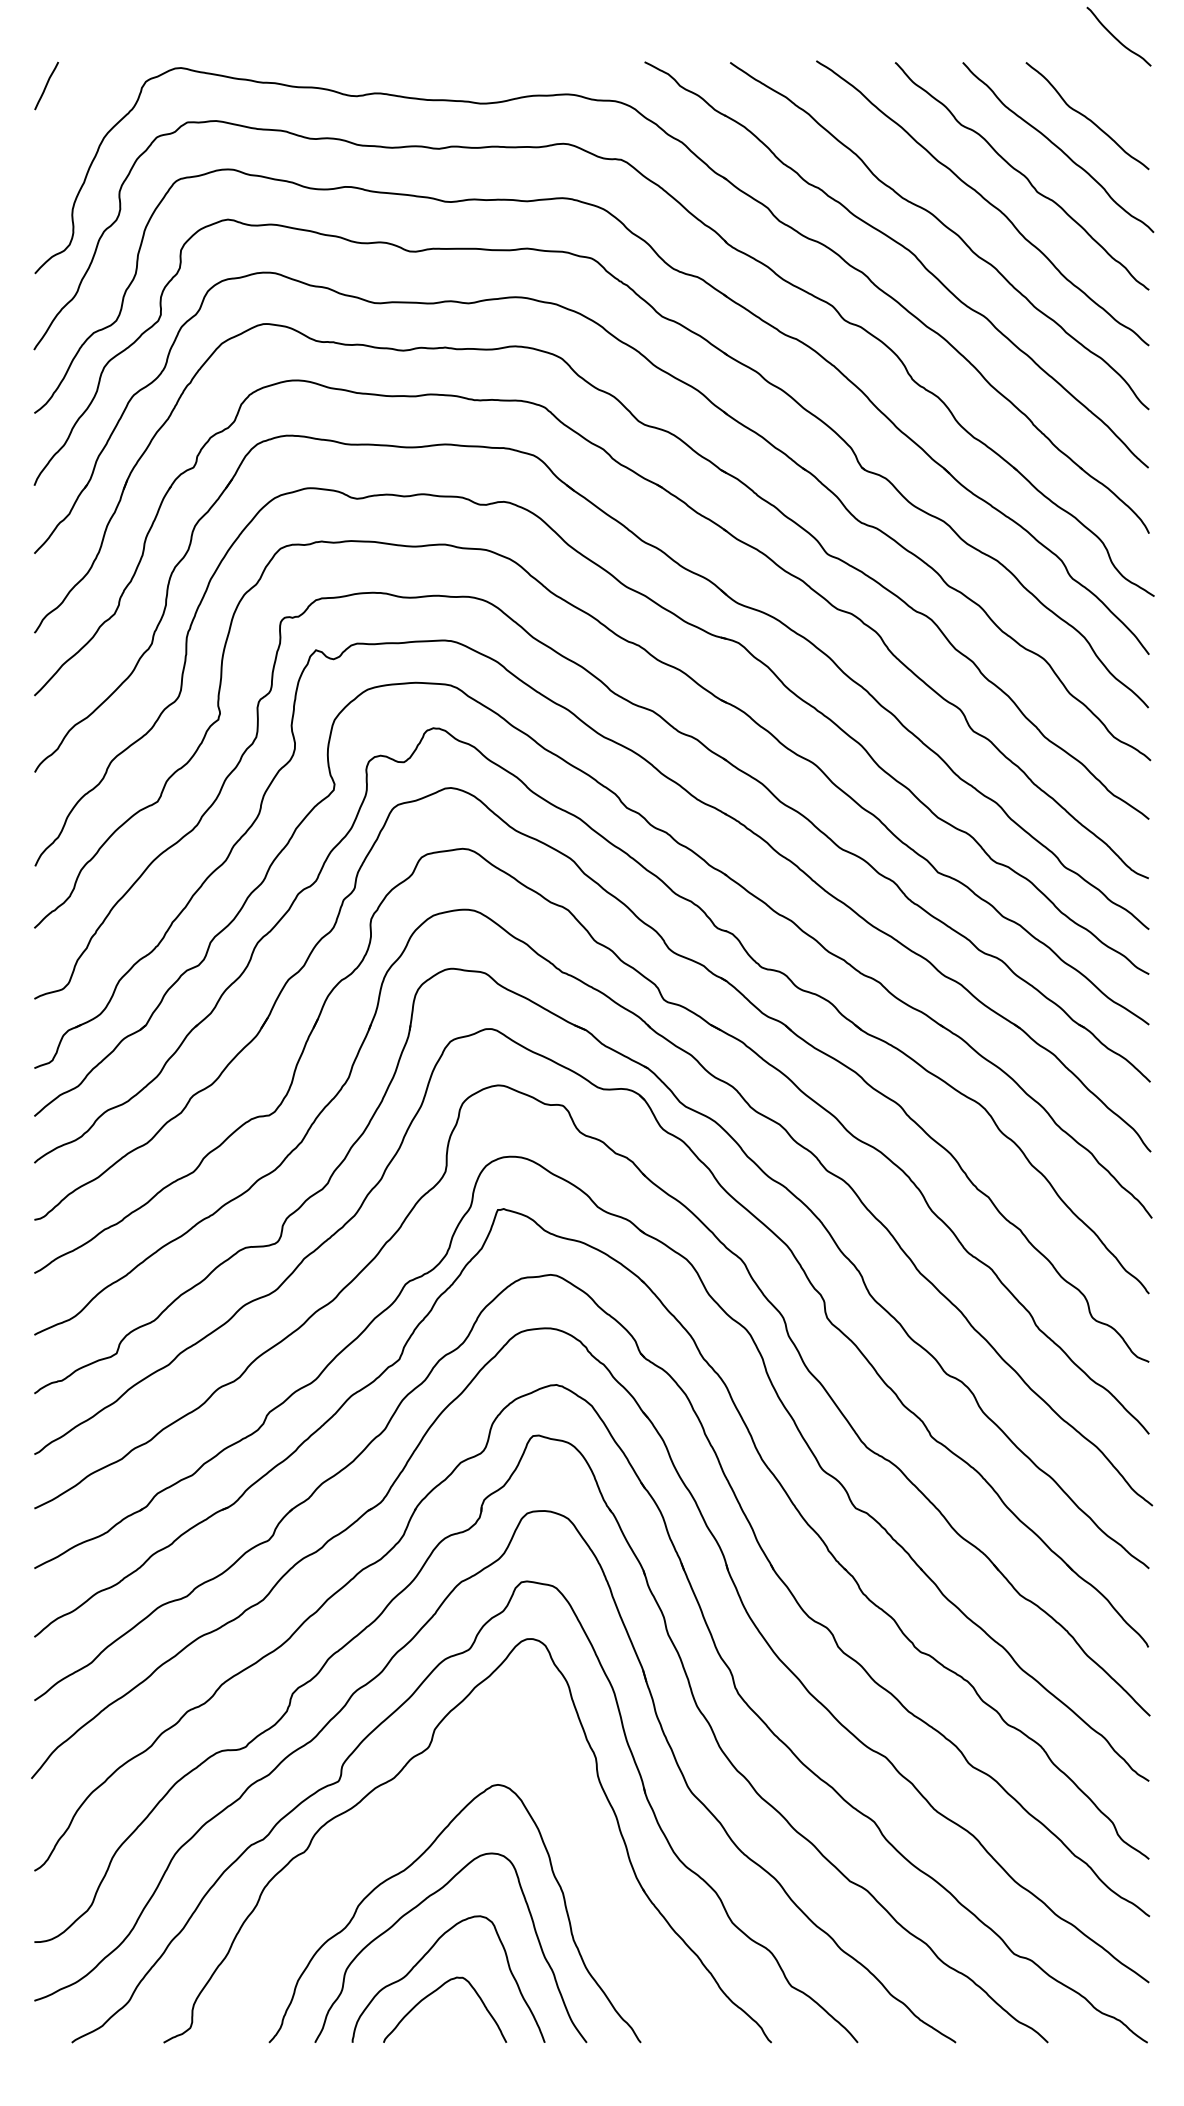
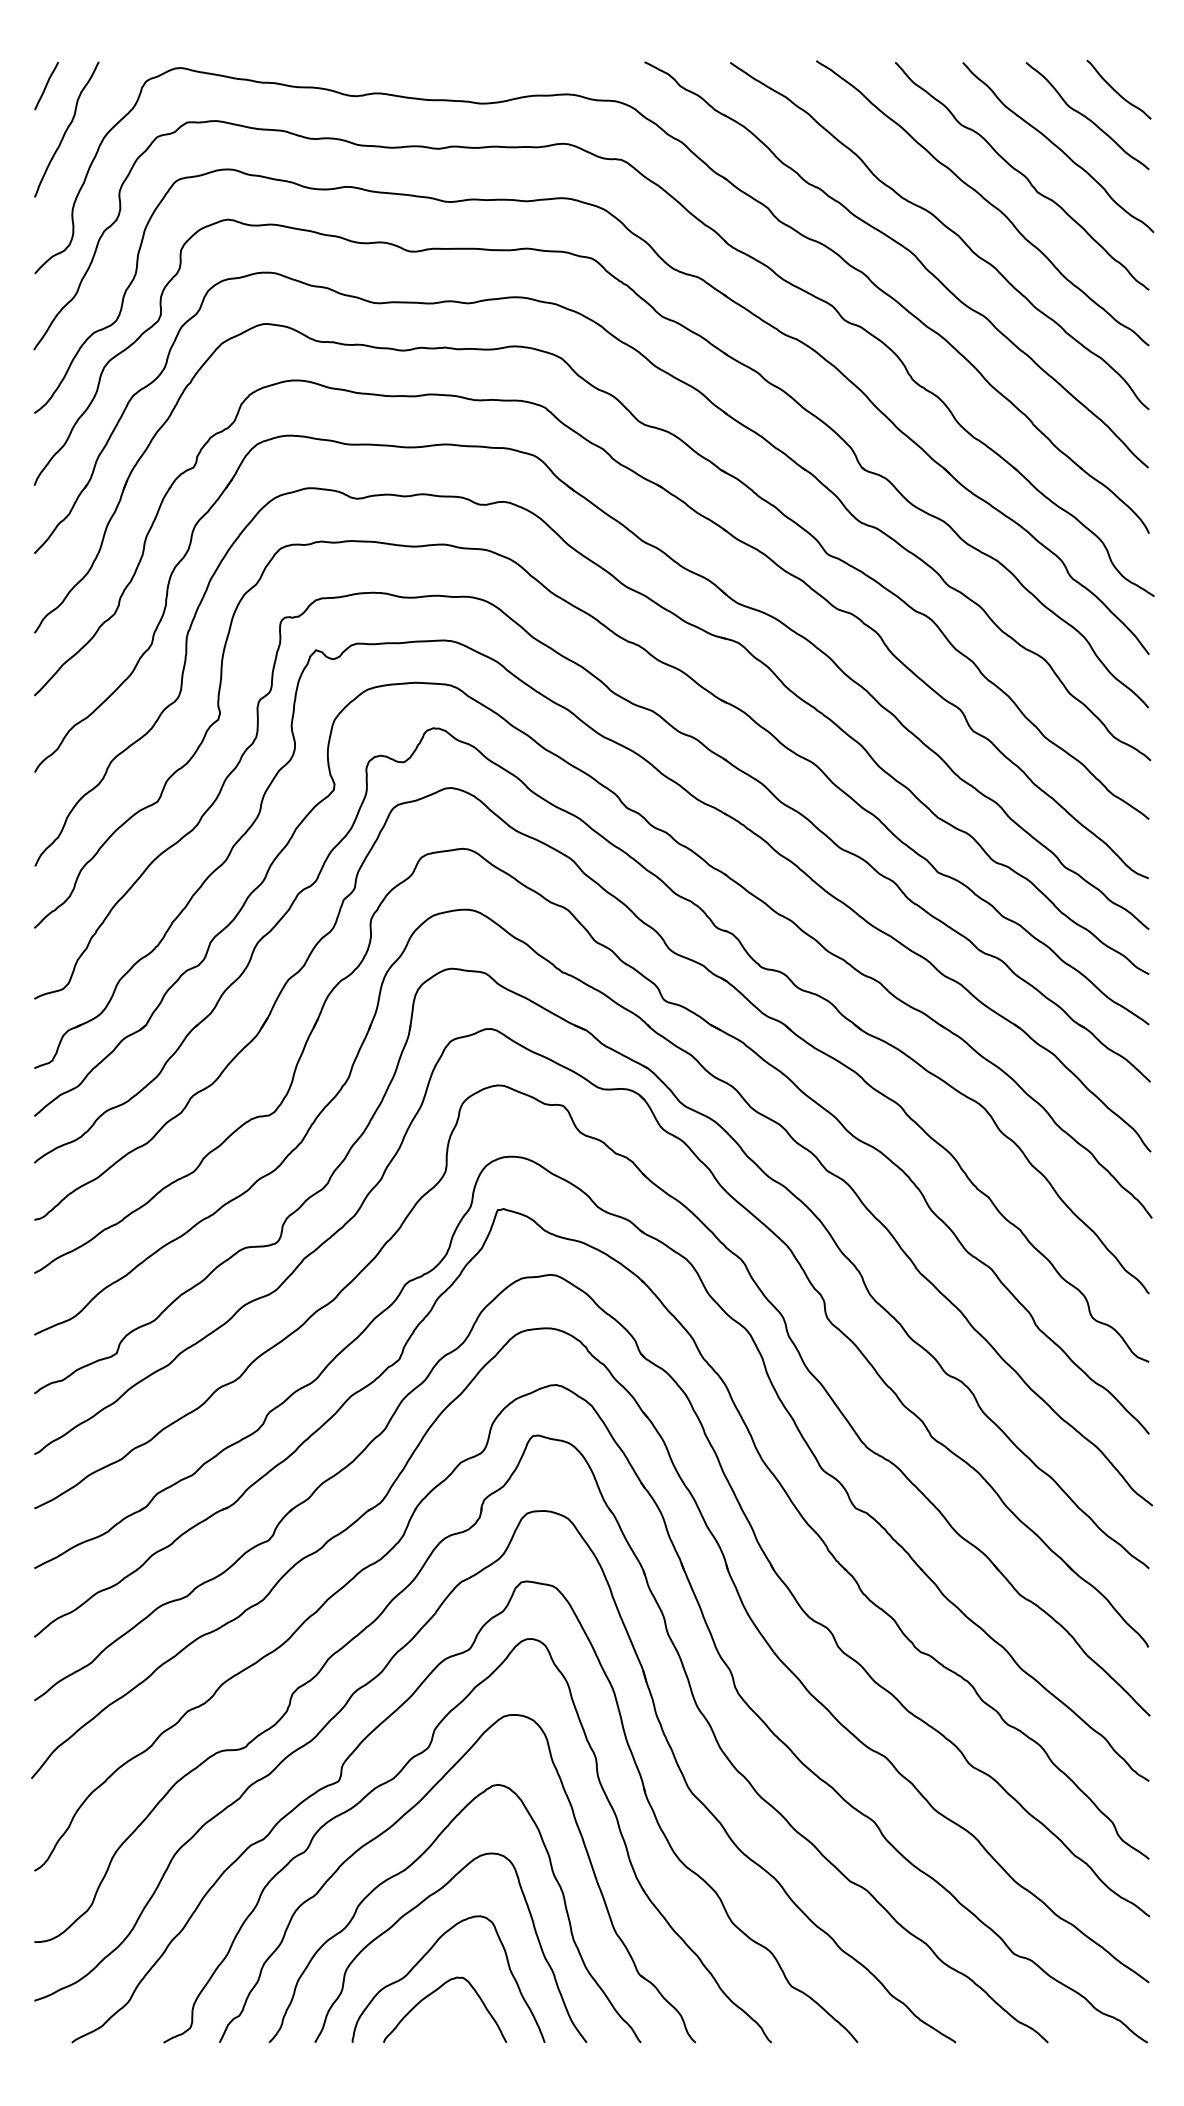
curve at (1116, 37) position: (1116, 37) -> (1116, 90)
curve at (66, 129): none -> present
part at (405, 1815): none -> present
